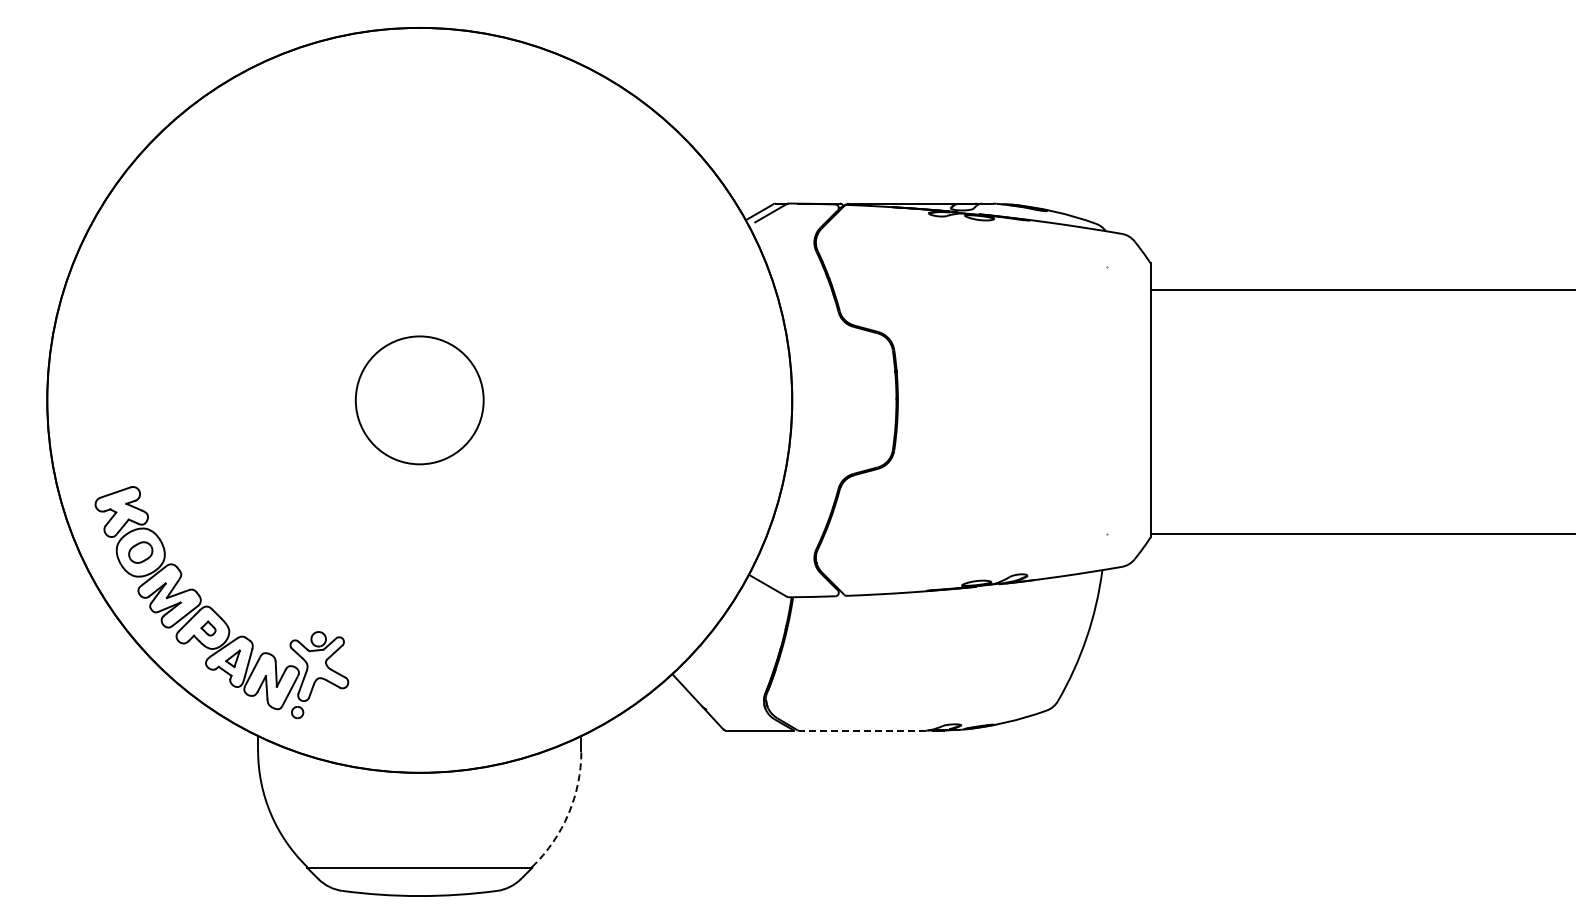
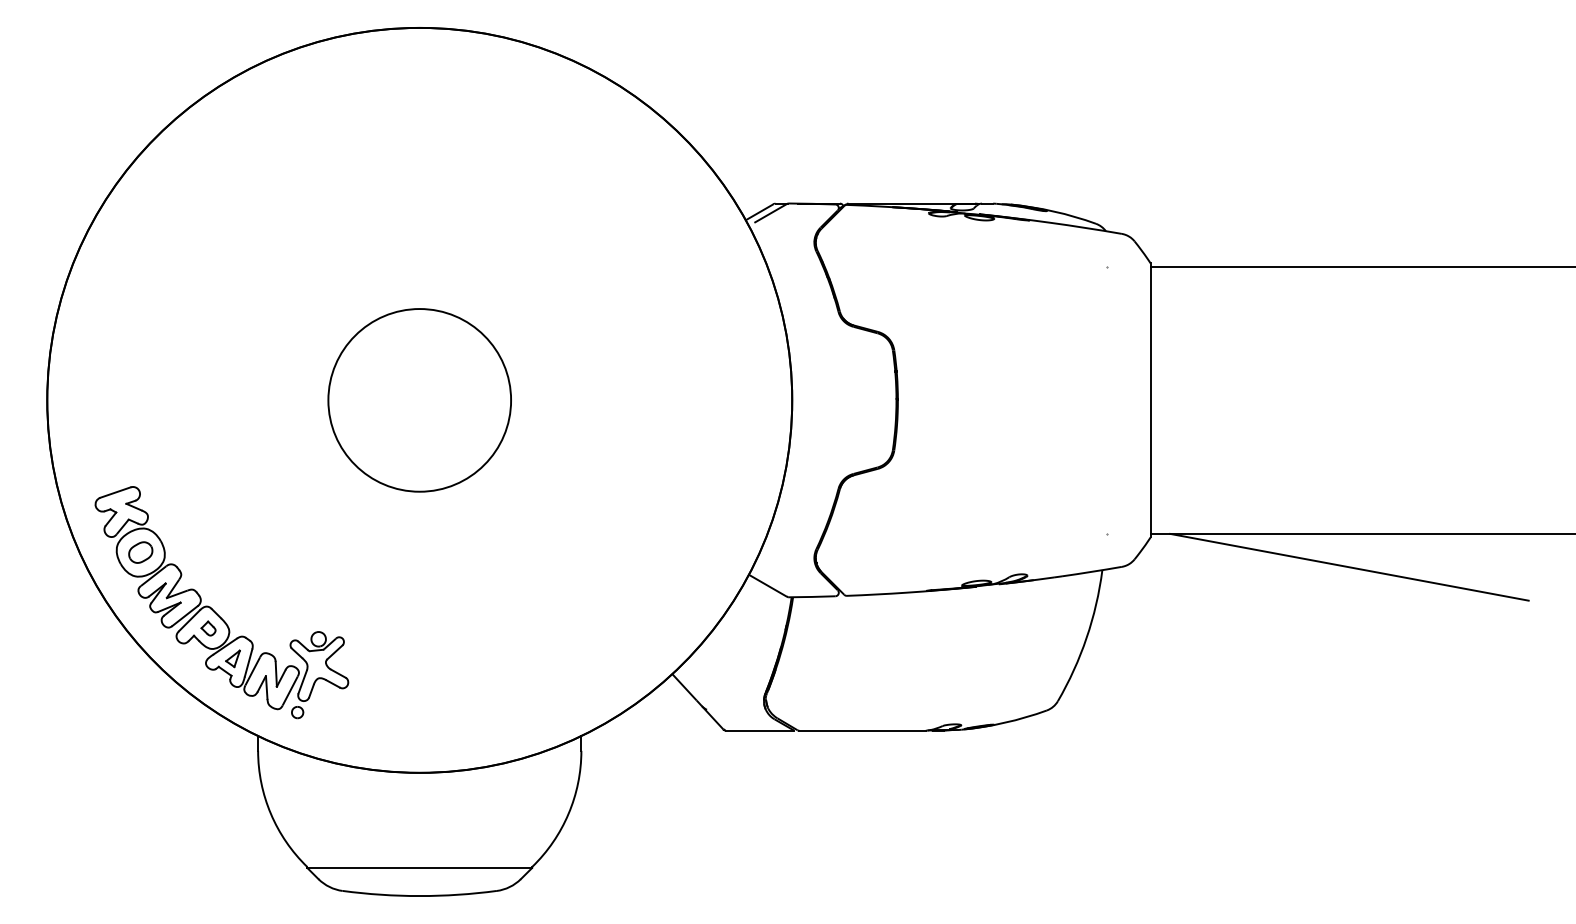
line at (1361, 289) position: (1361, 289) -> (1361, 266)
circle at (419, 400) diameter: 128 px -> 183 px
line at (1349, 566): none -> present
line at (862, 730): dashed -> solid
arc at (568, 813): dashed -> solid
